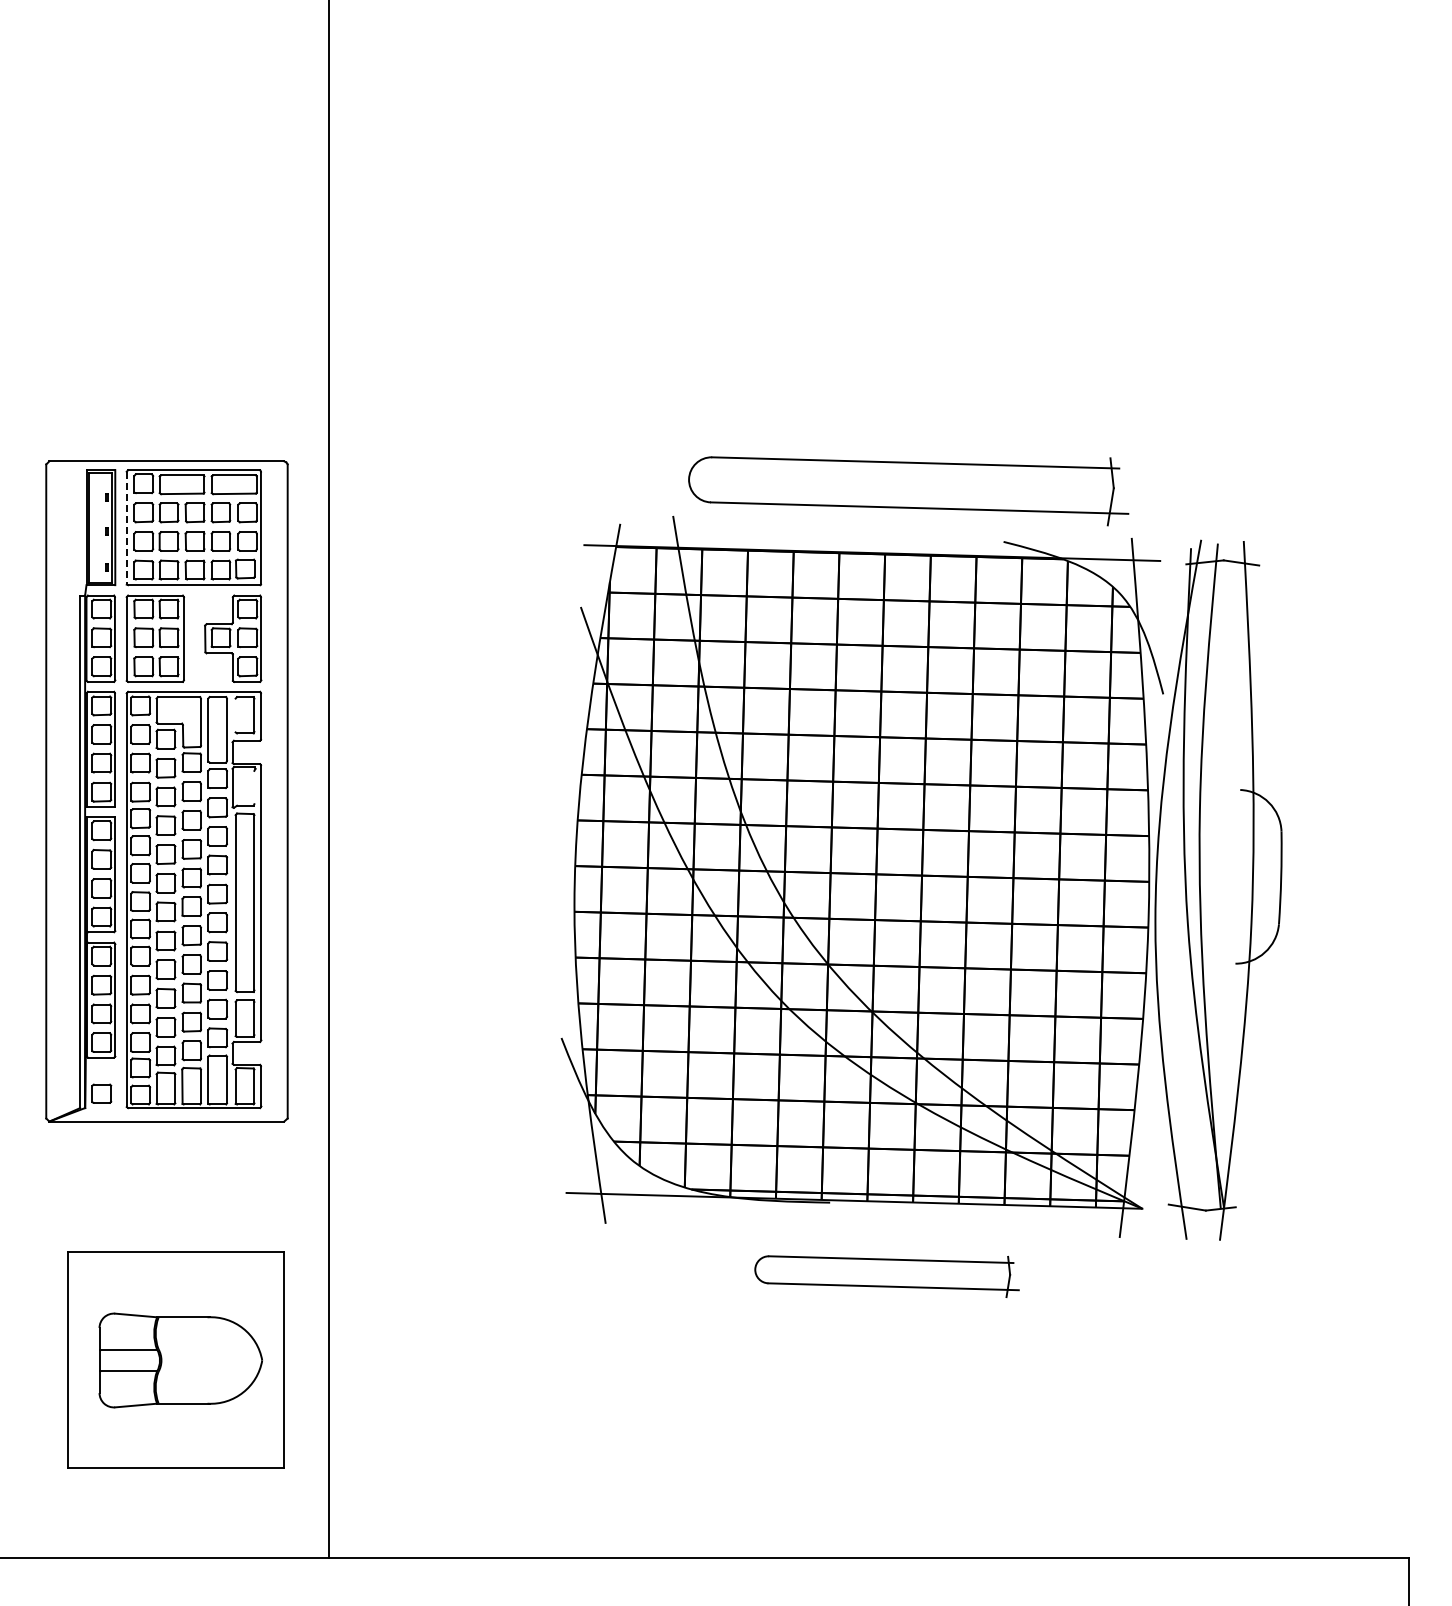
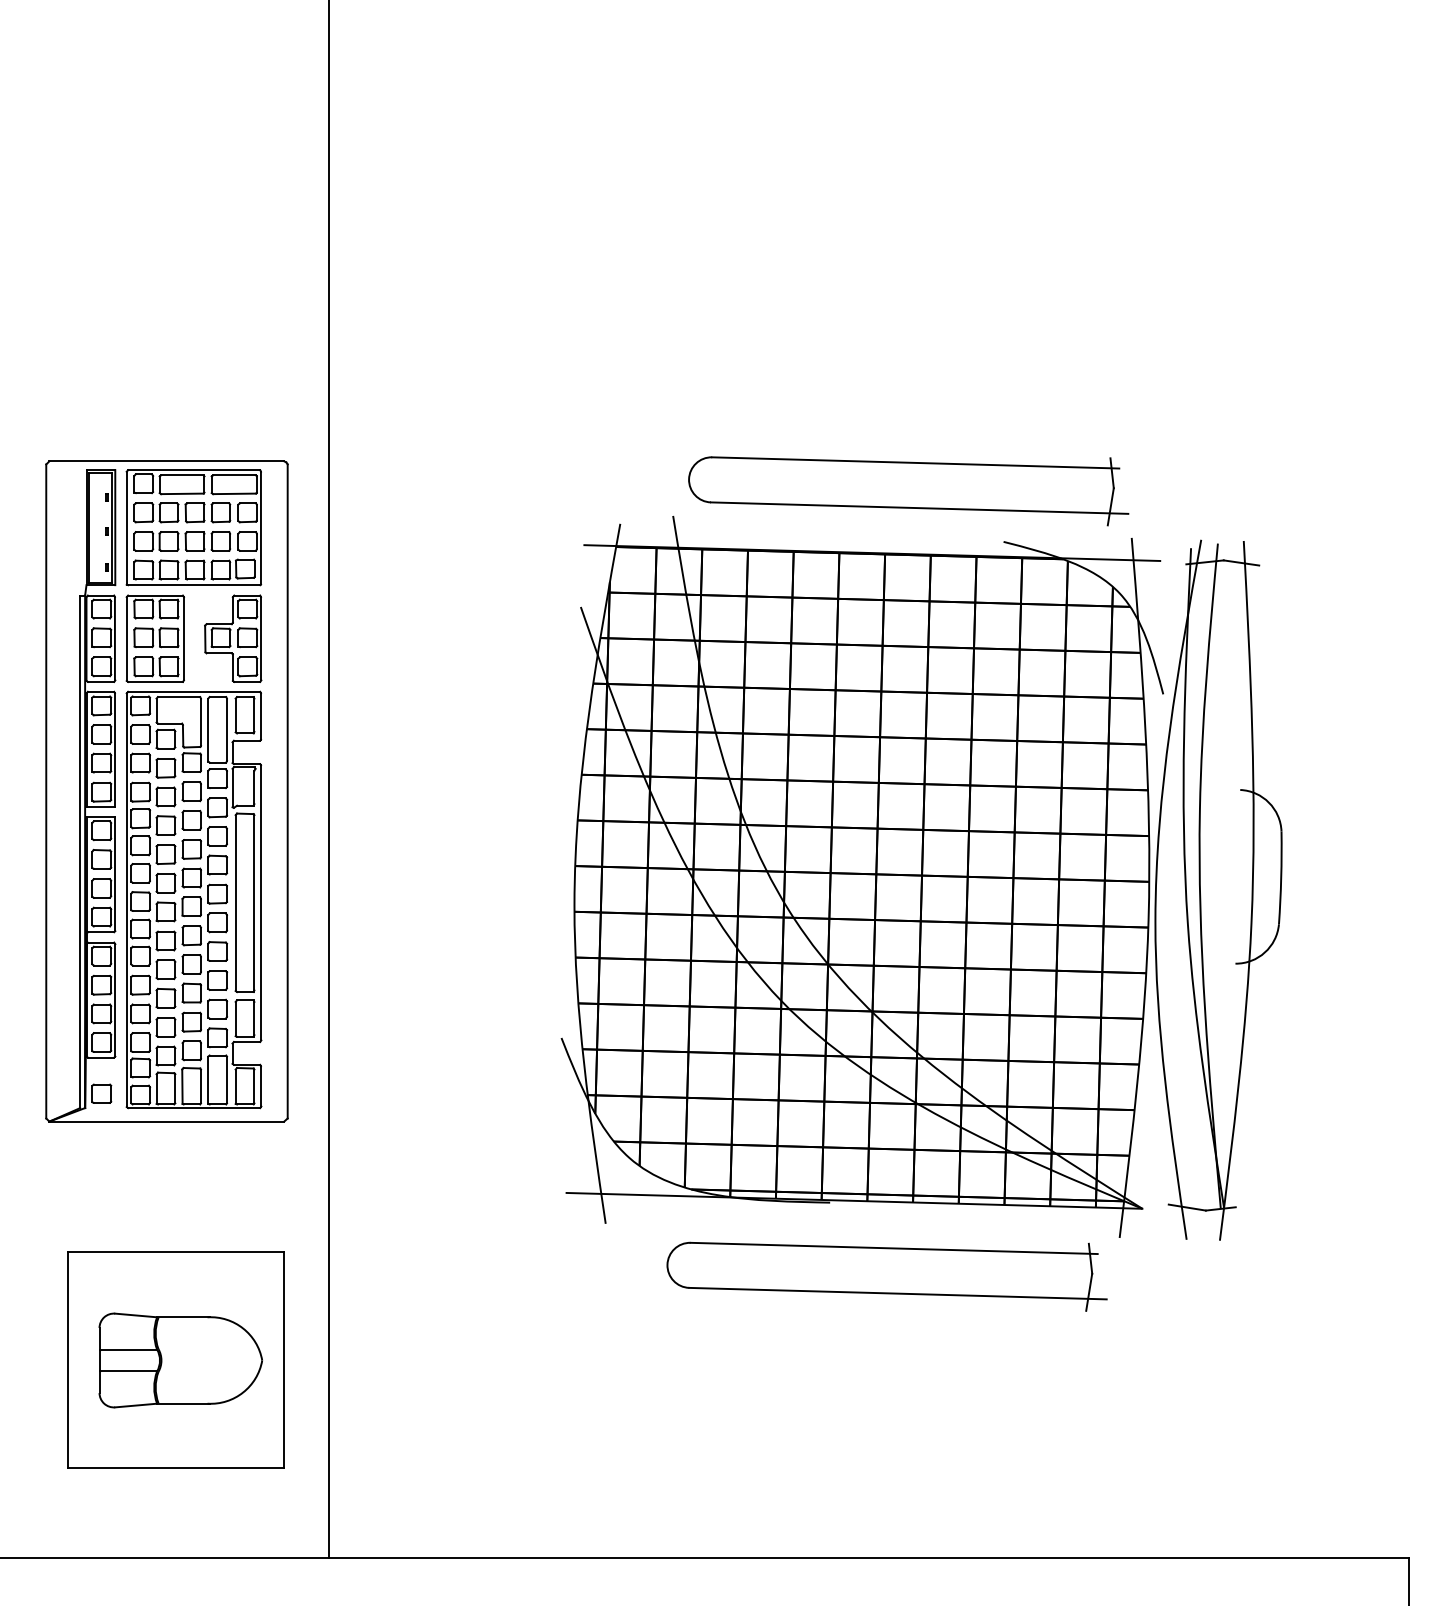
line at (126, 528): dashed -> solid
line at (235, 715): none -> present
line at (254, 787): none -> present
part at (886, 1276) size: 266x43 px -> 442x71 px
